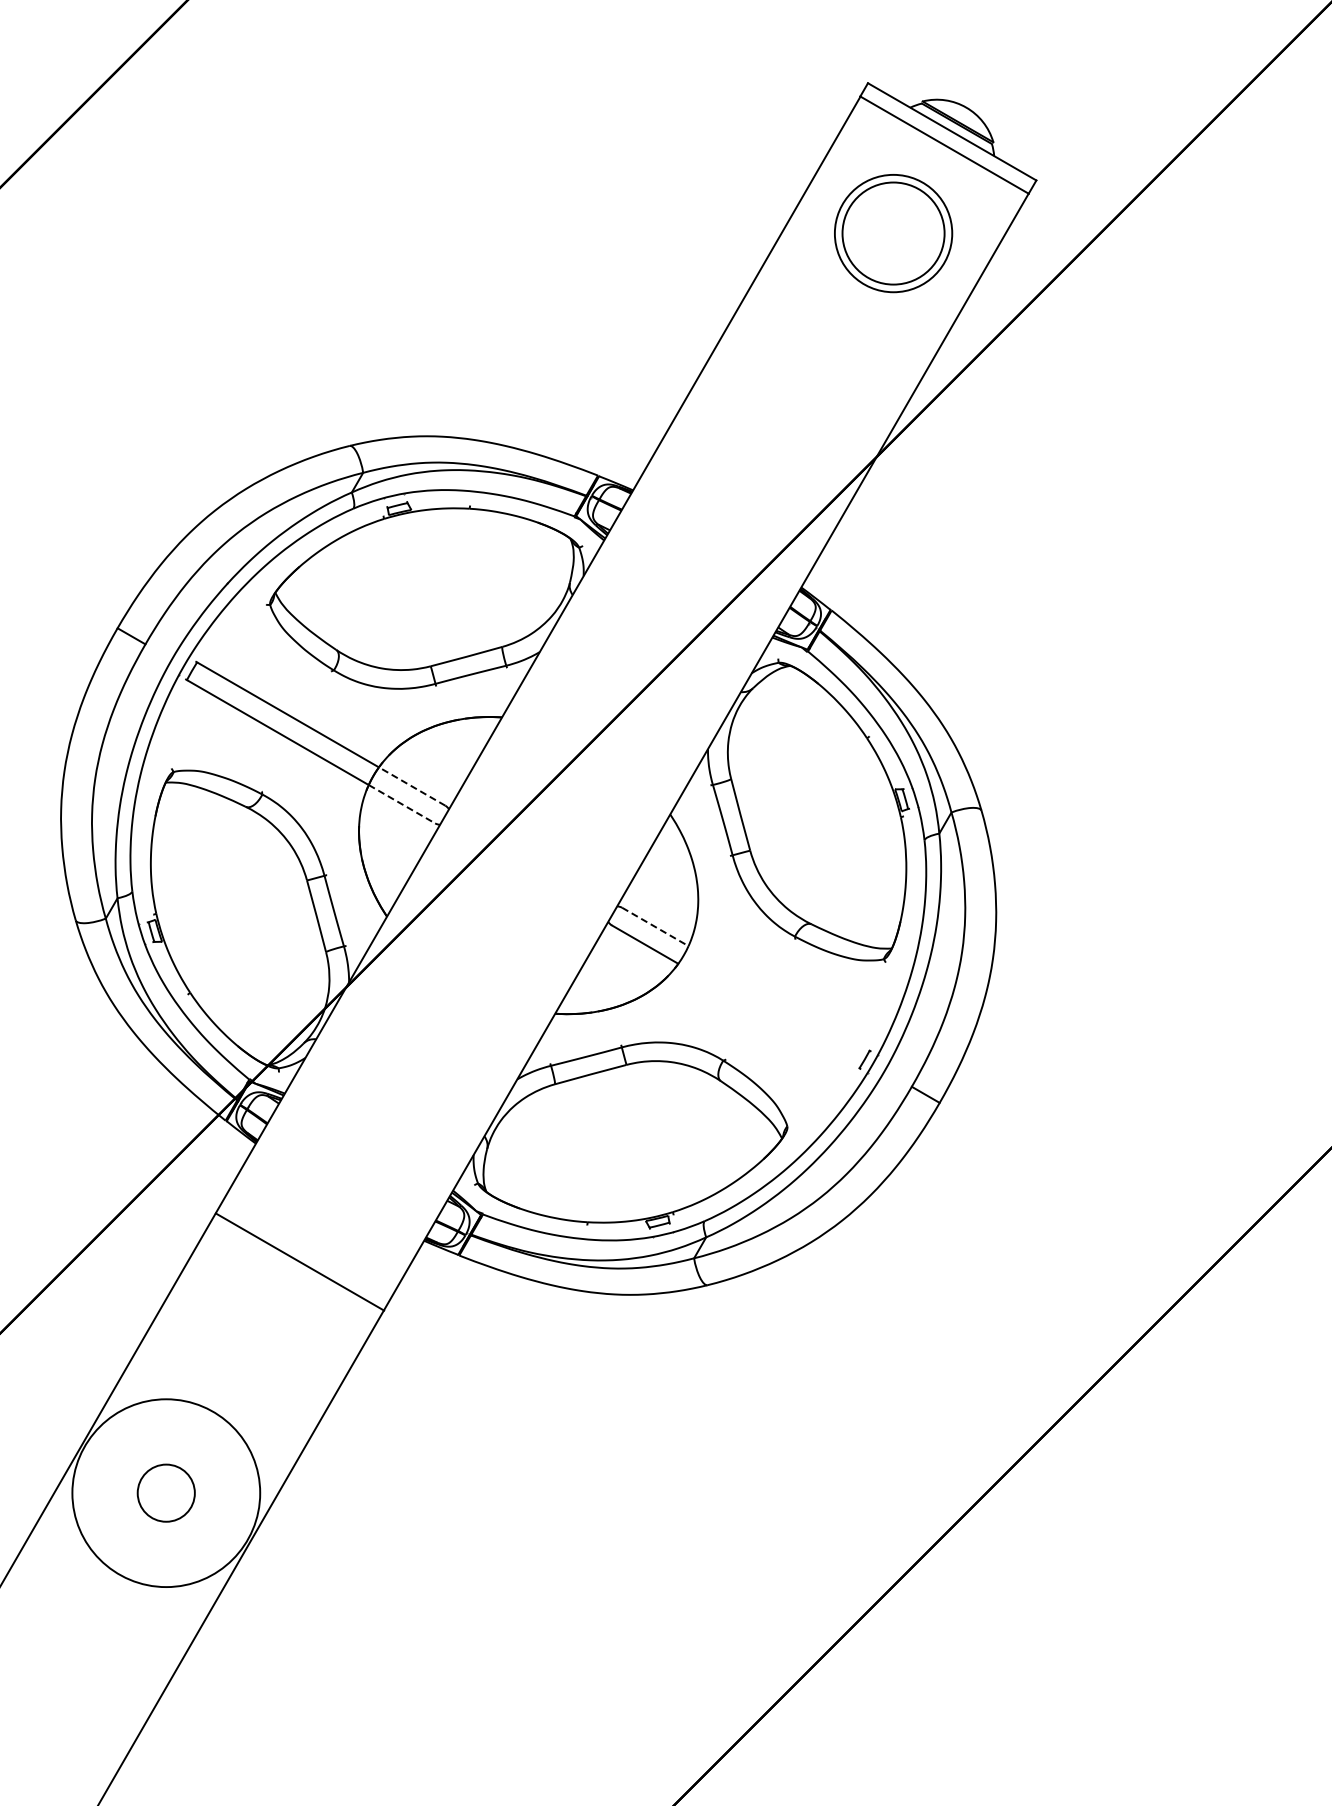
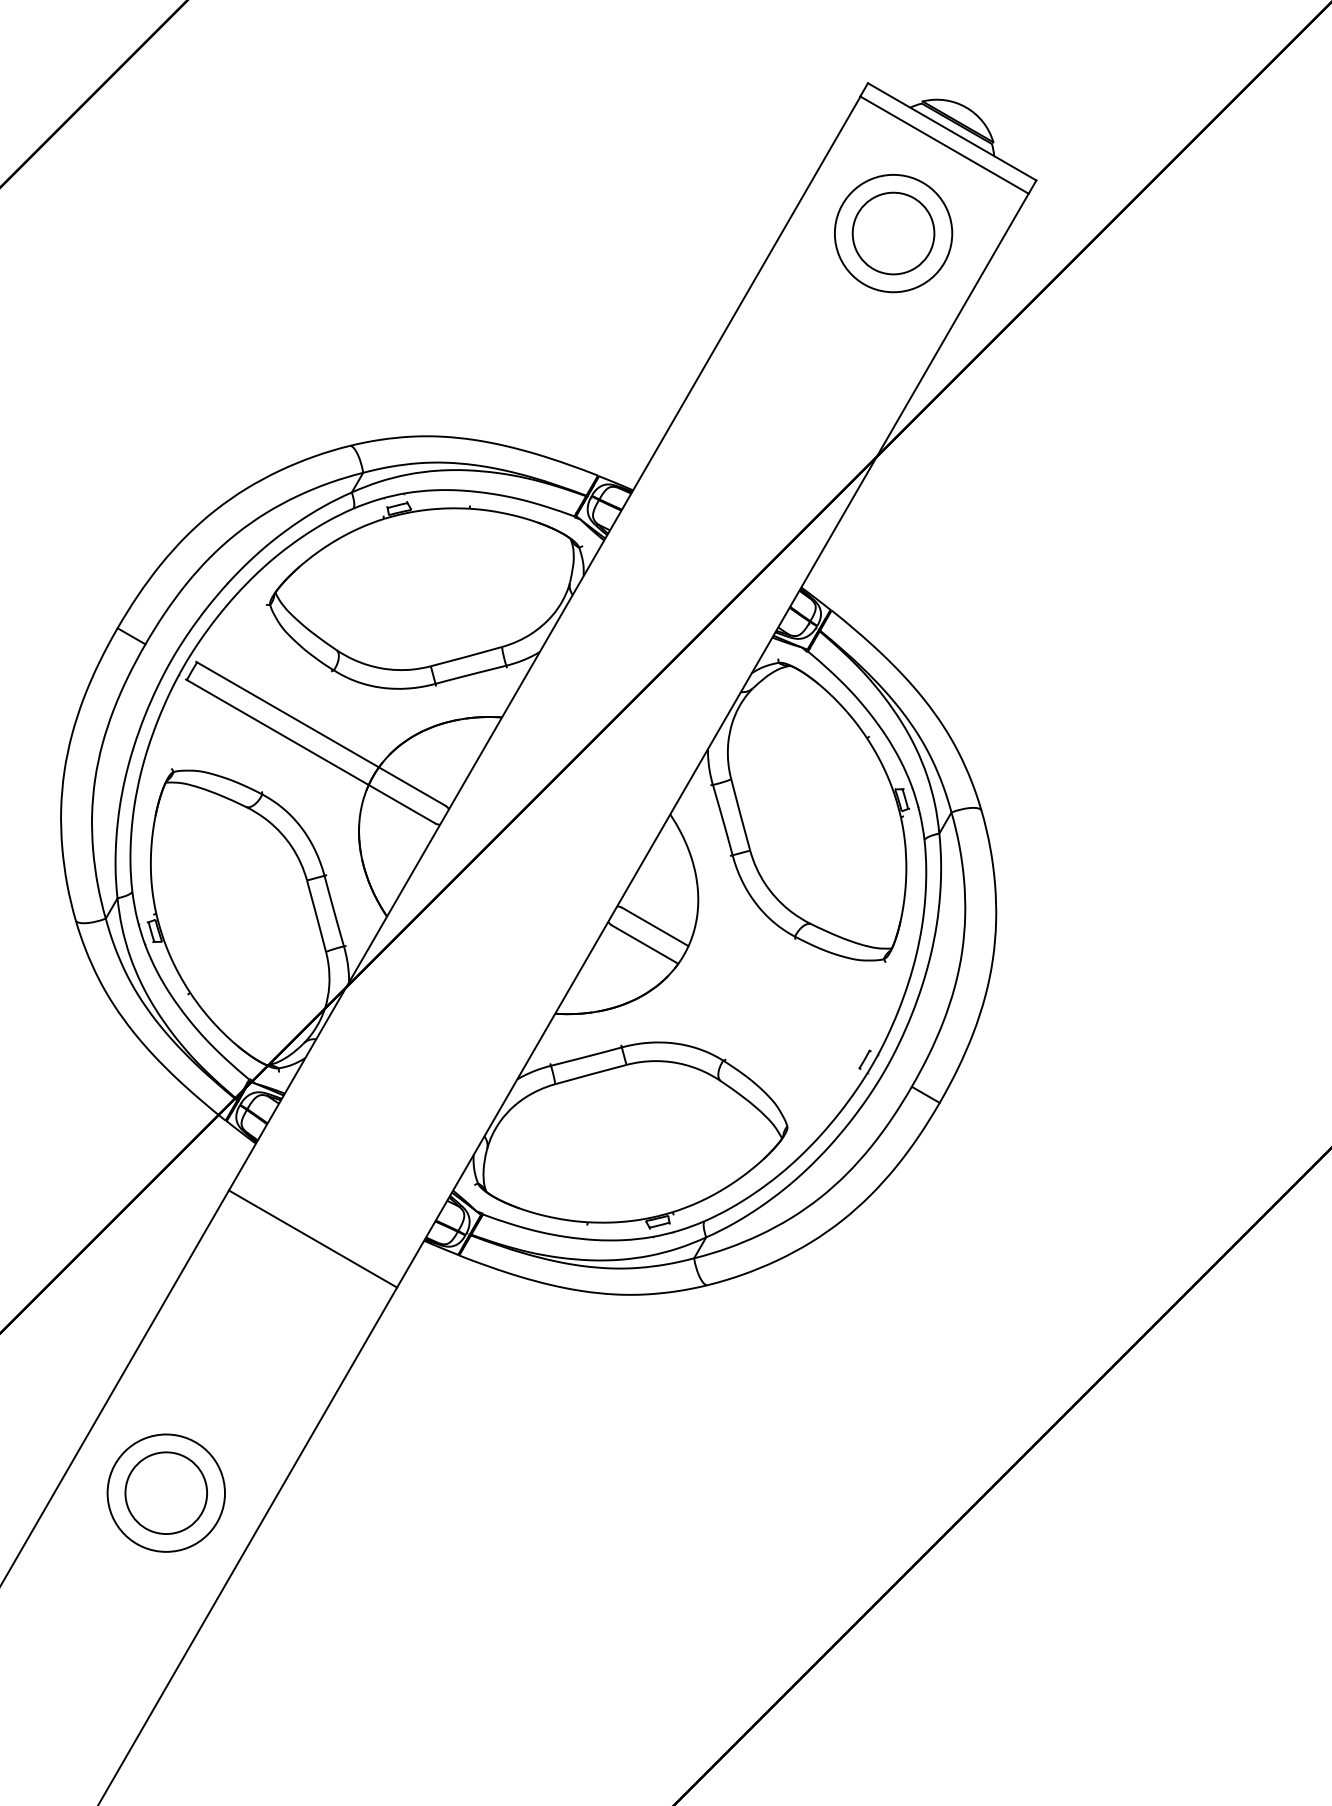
circle at (893, 233) diameter: 102 px -> 82 px
line at (411, 786): dashed -> solid
line at (402, 804): dashed -> solid
line at (655, 927): dashed -> solid
line at (299, 1261) position: (299, 1261) -> (312, 1238)
circle at (165, 1492) diameter: 57 px -> 82 px
circle at (166, 1493) diameter: 188 px -> 117 px
